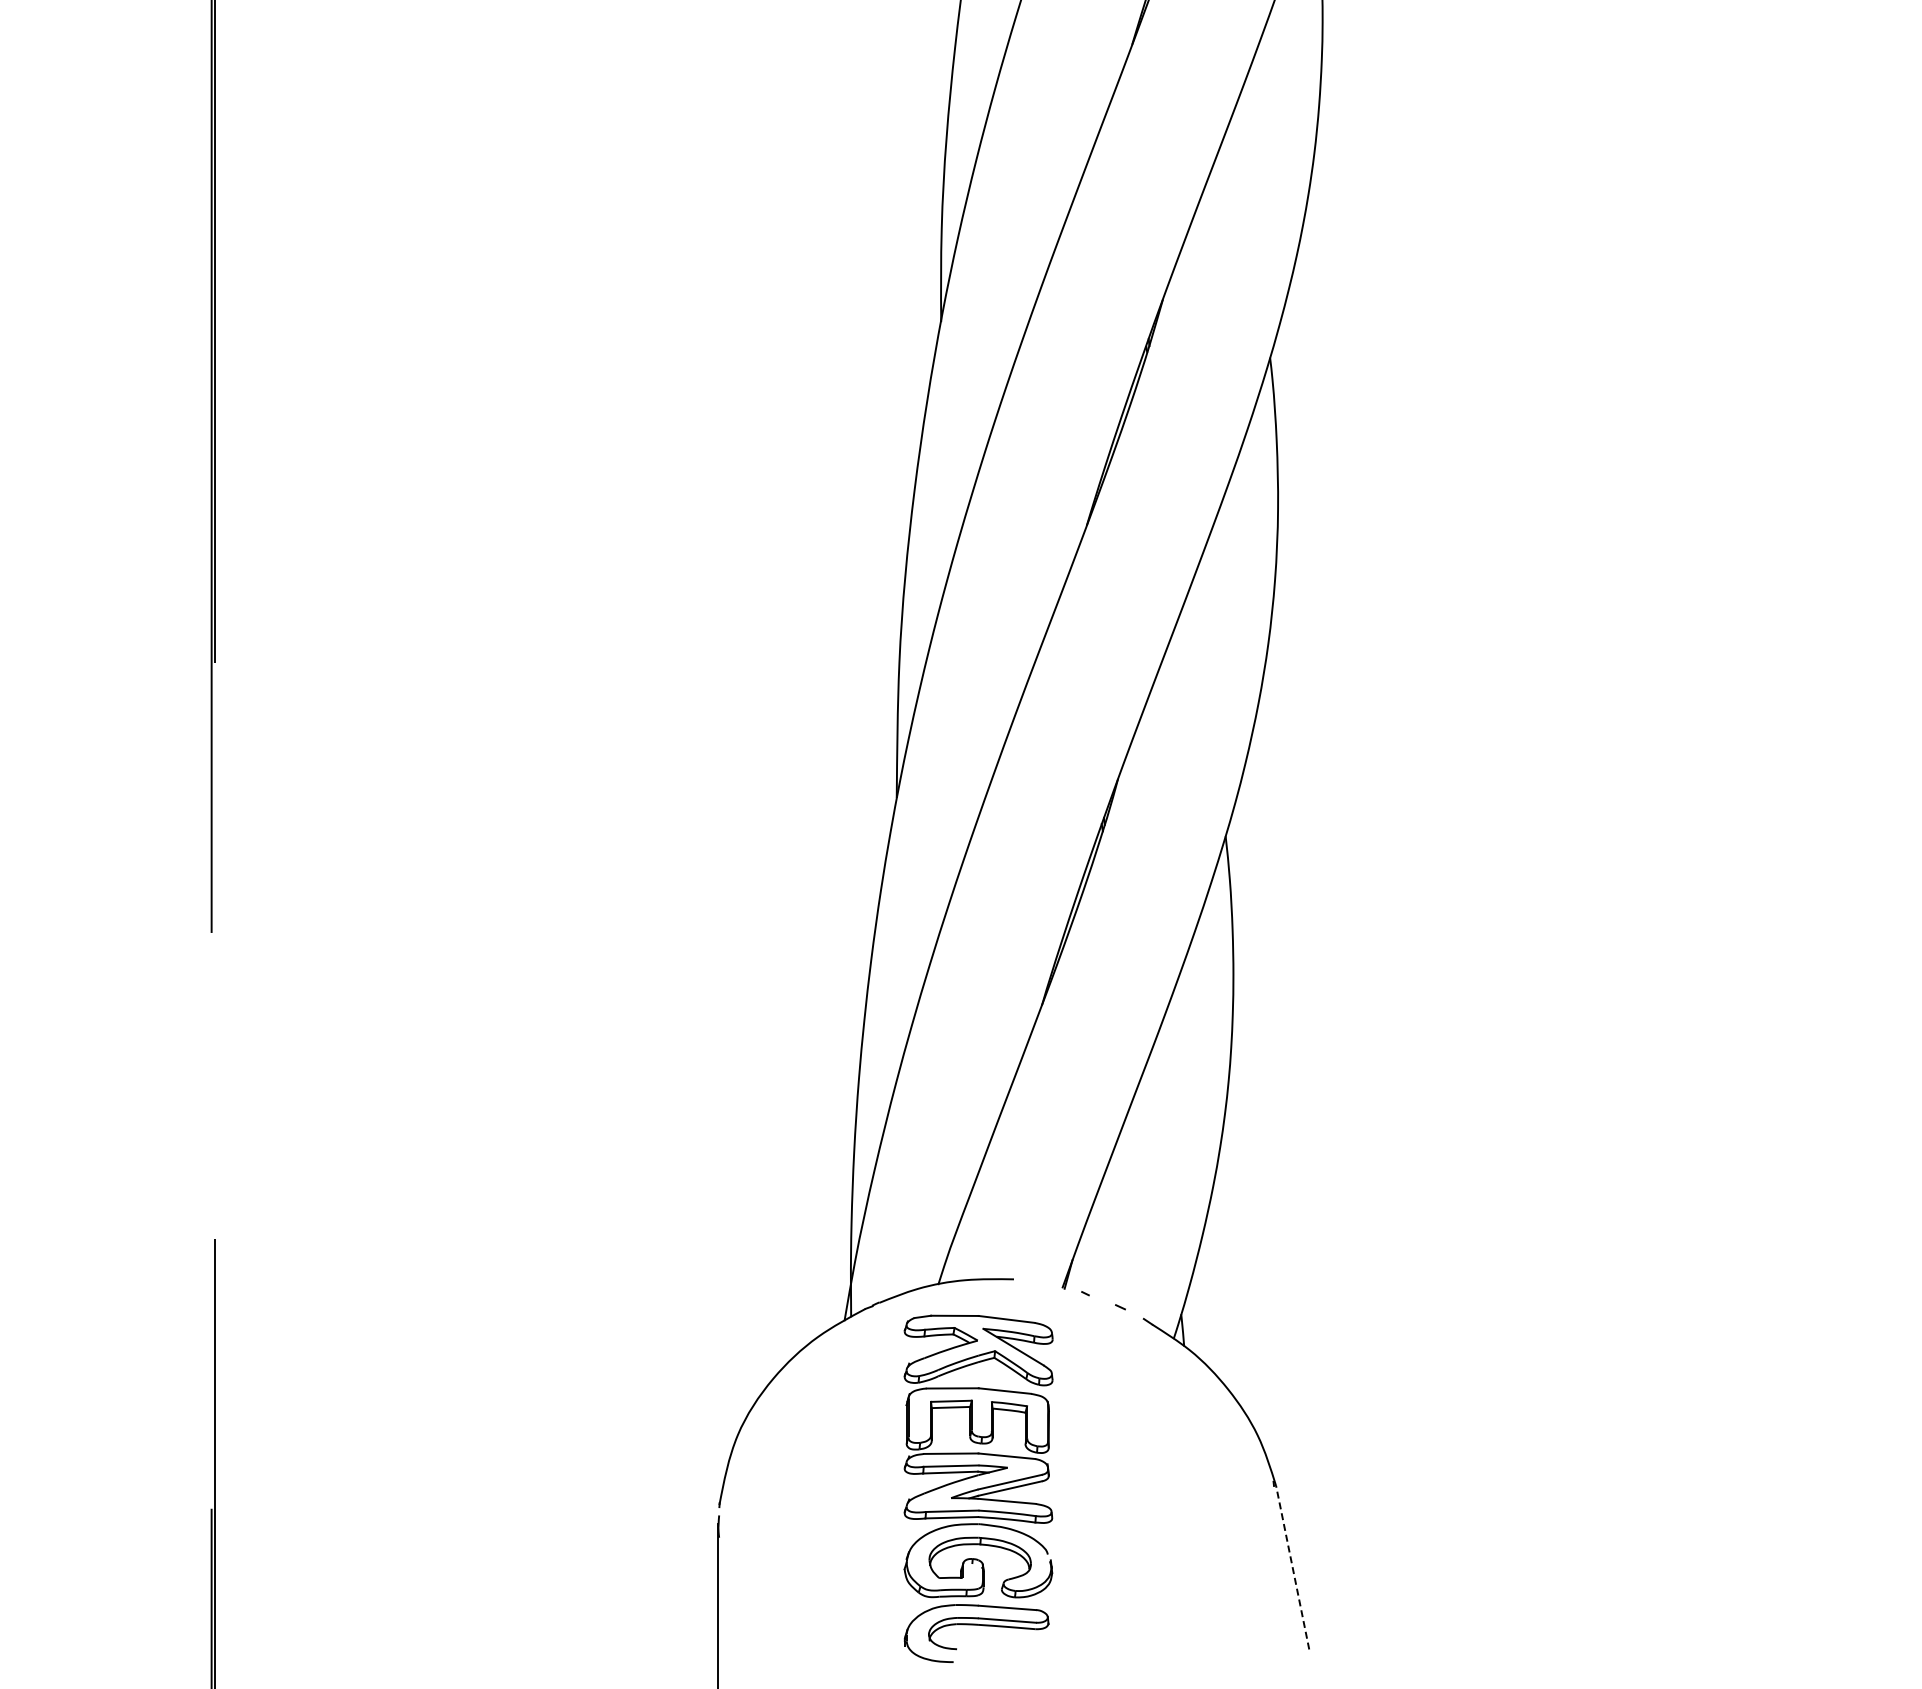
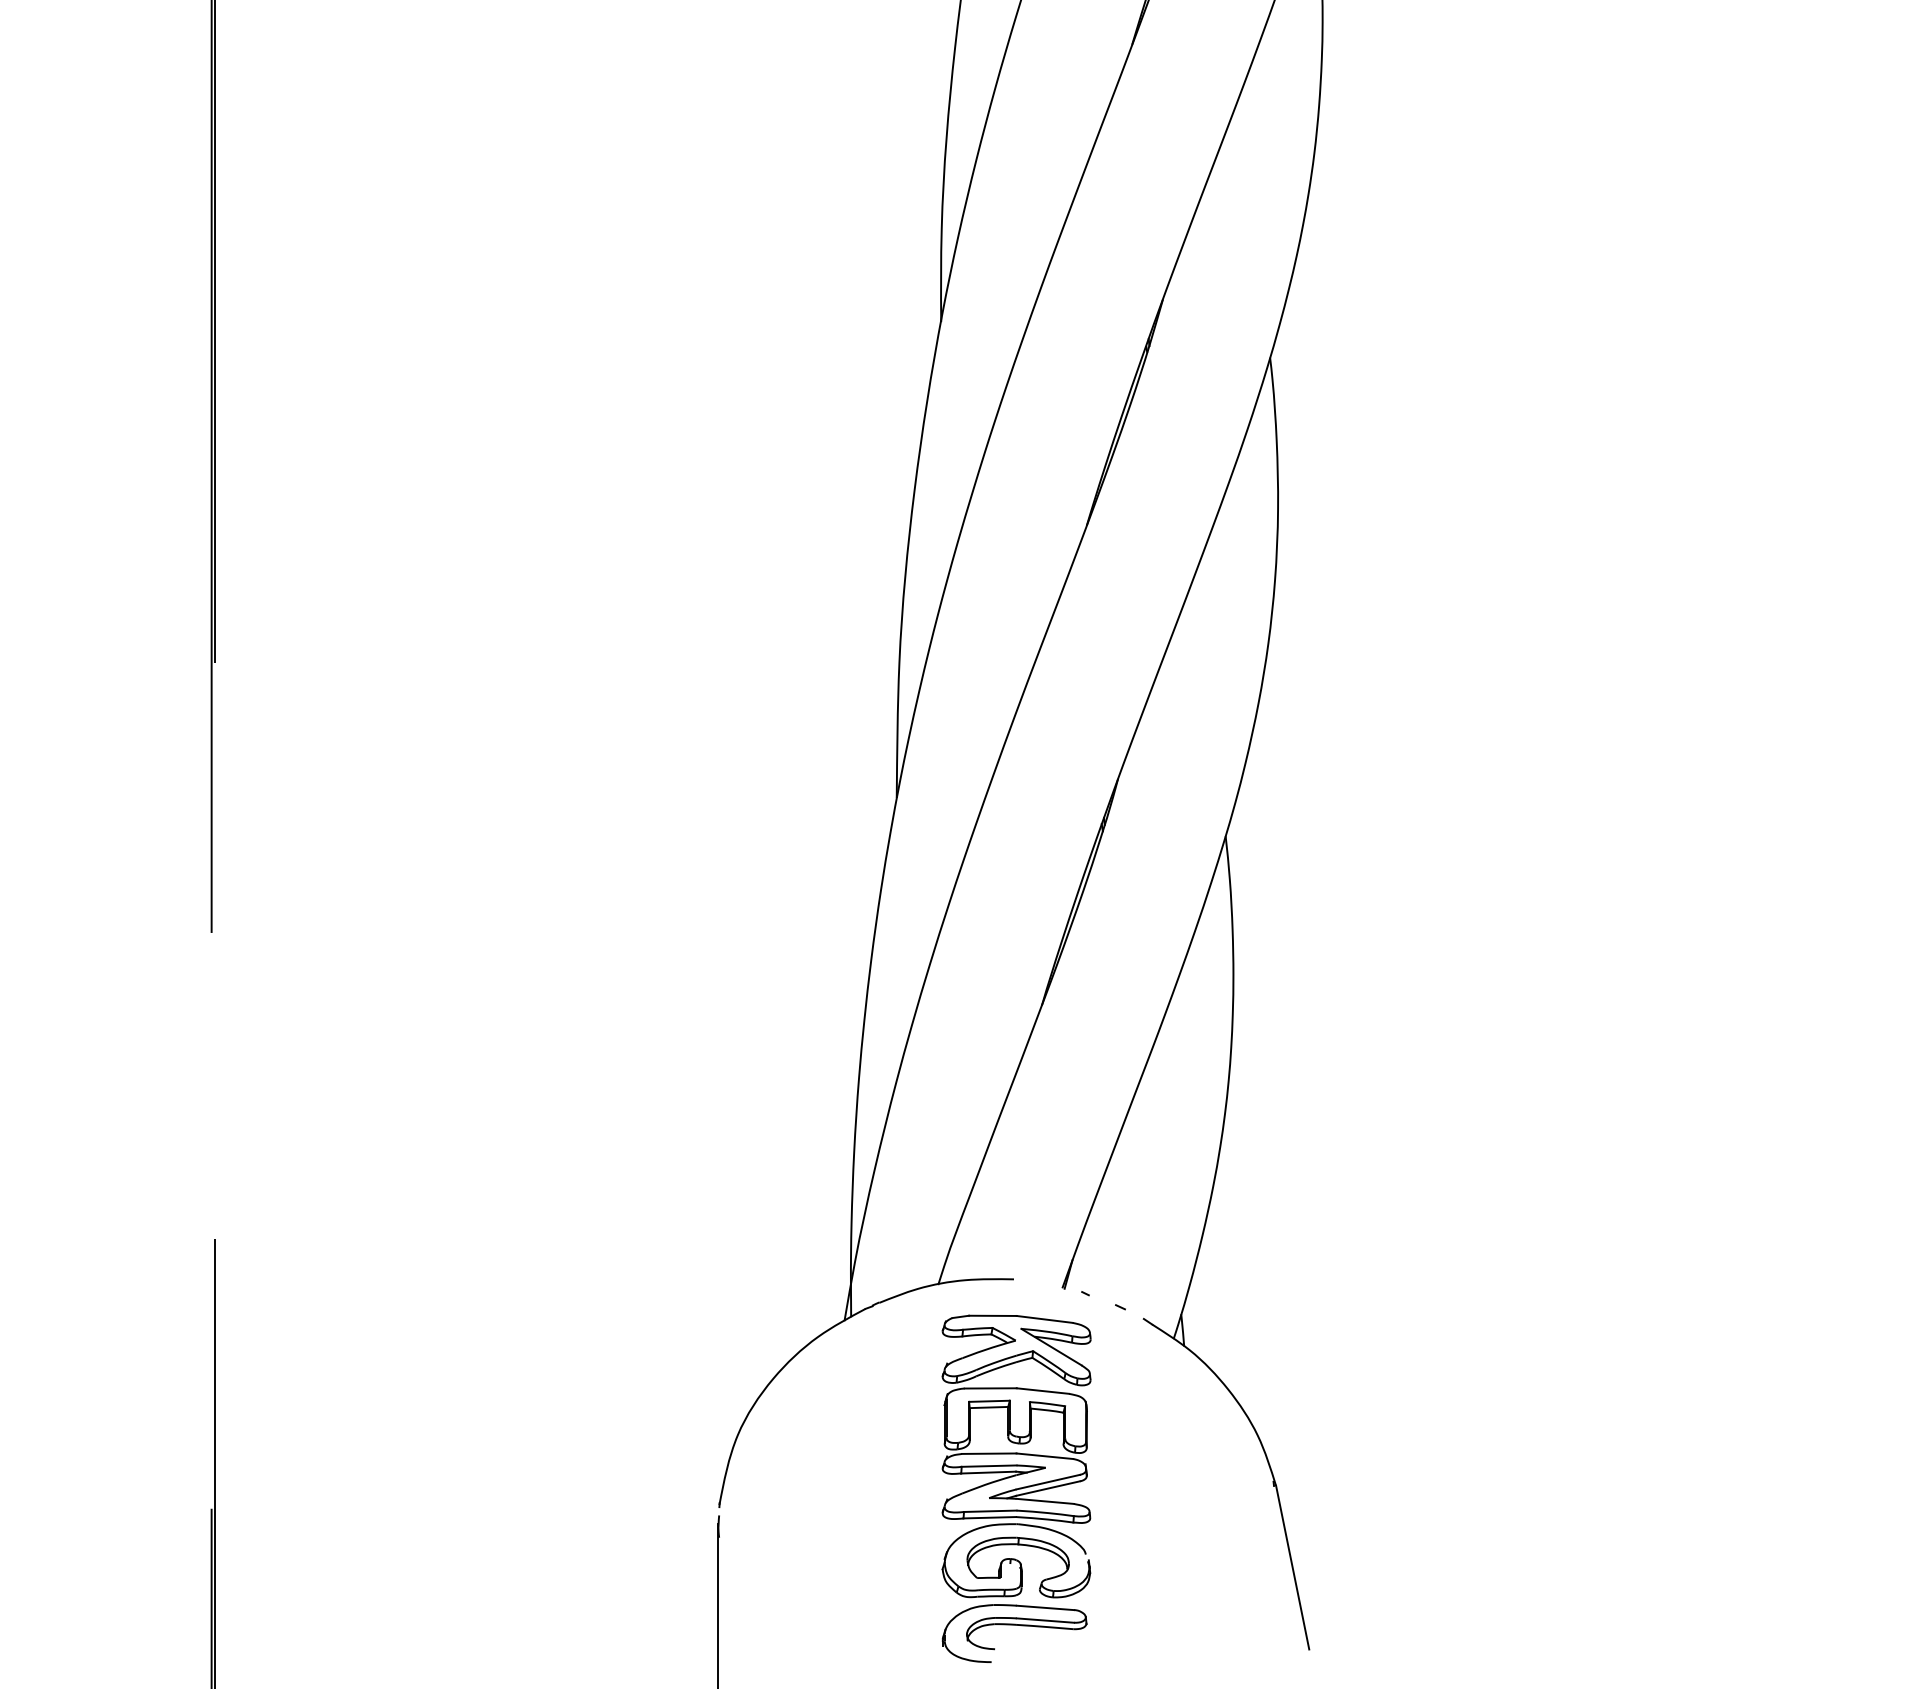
part at (978, 1488) position: (978, 1488) -> (1016, 1488)
line at (1292, 1567): dashed -> solid
